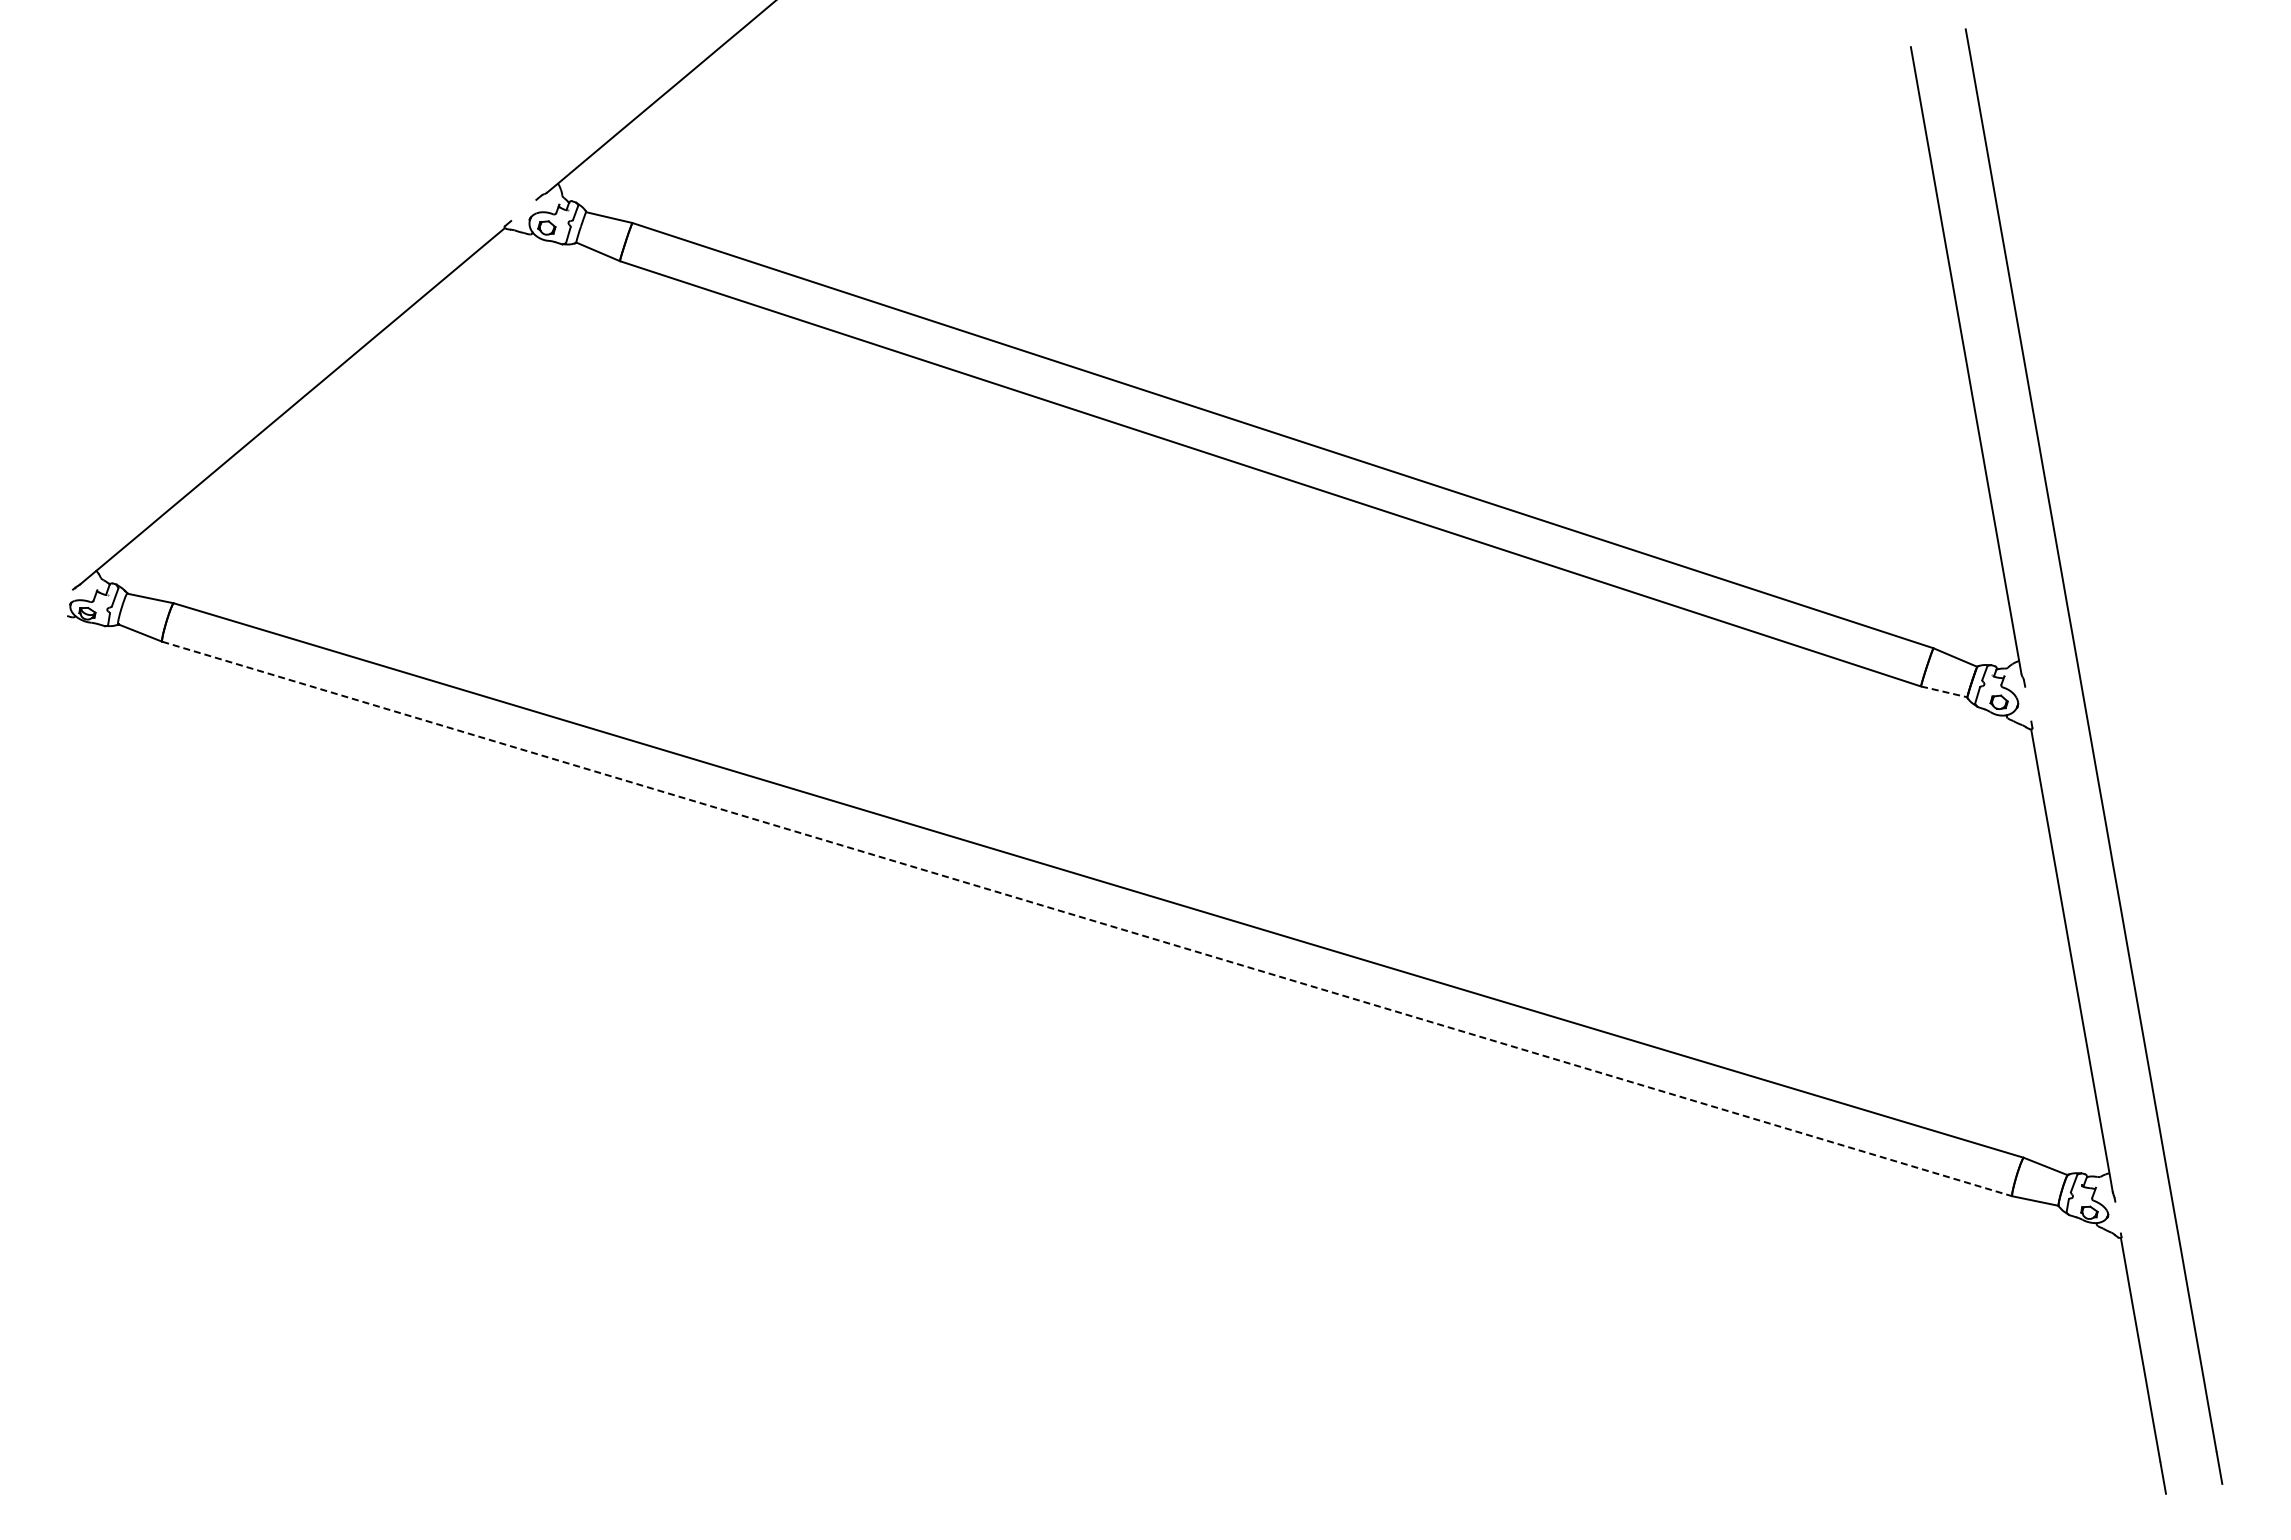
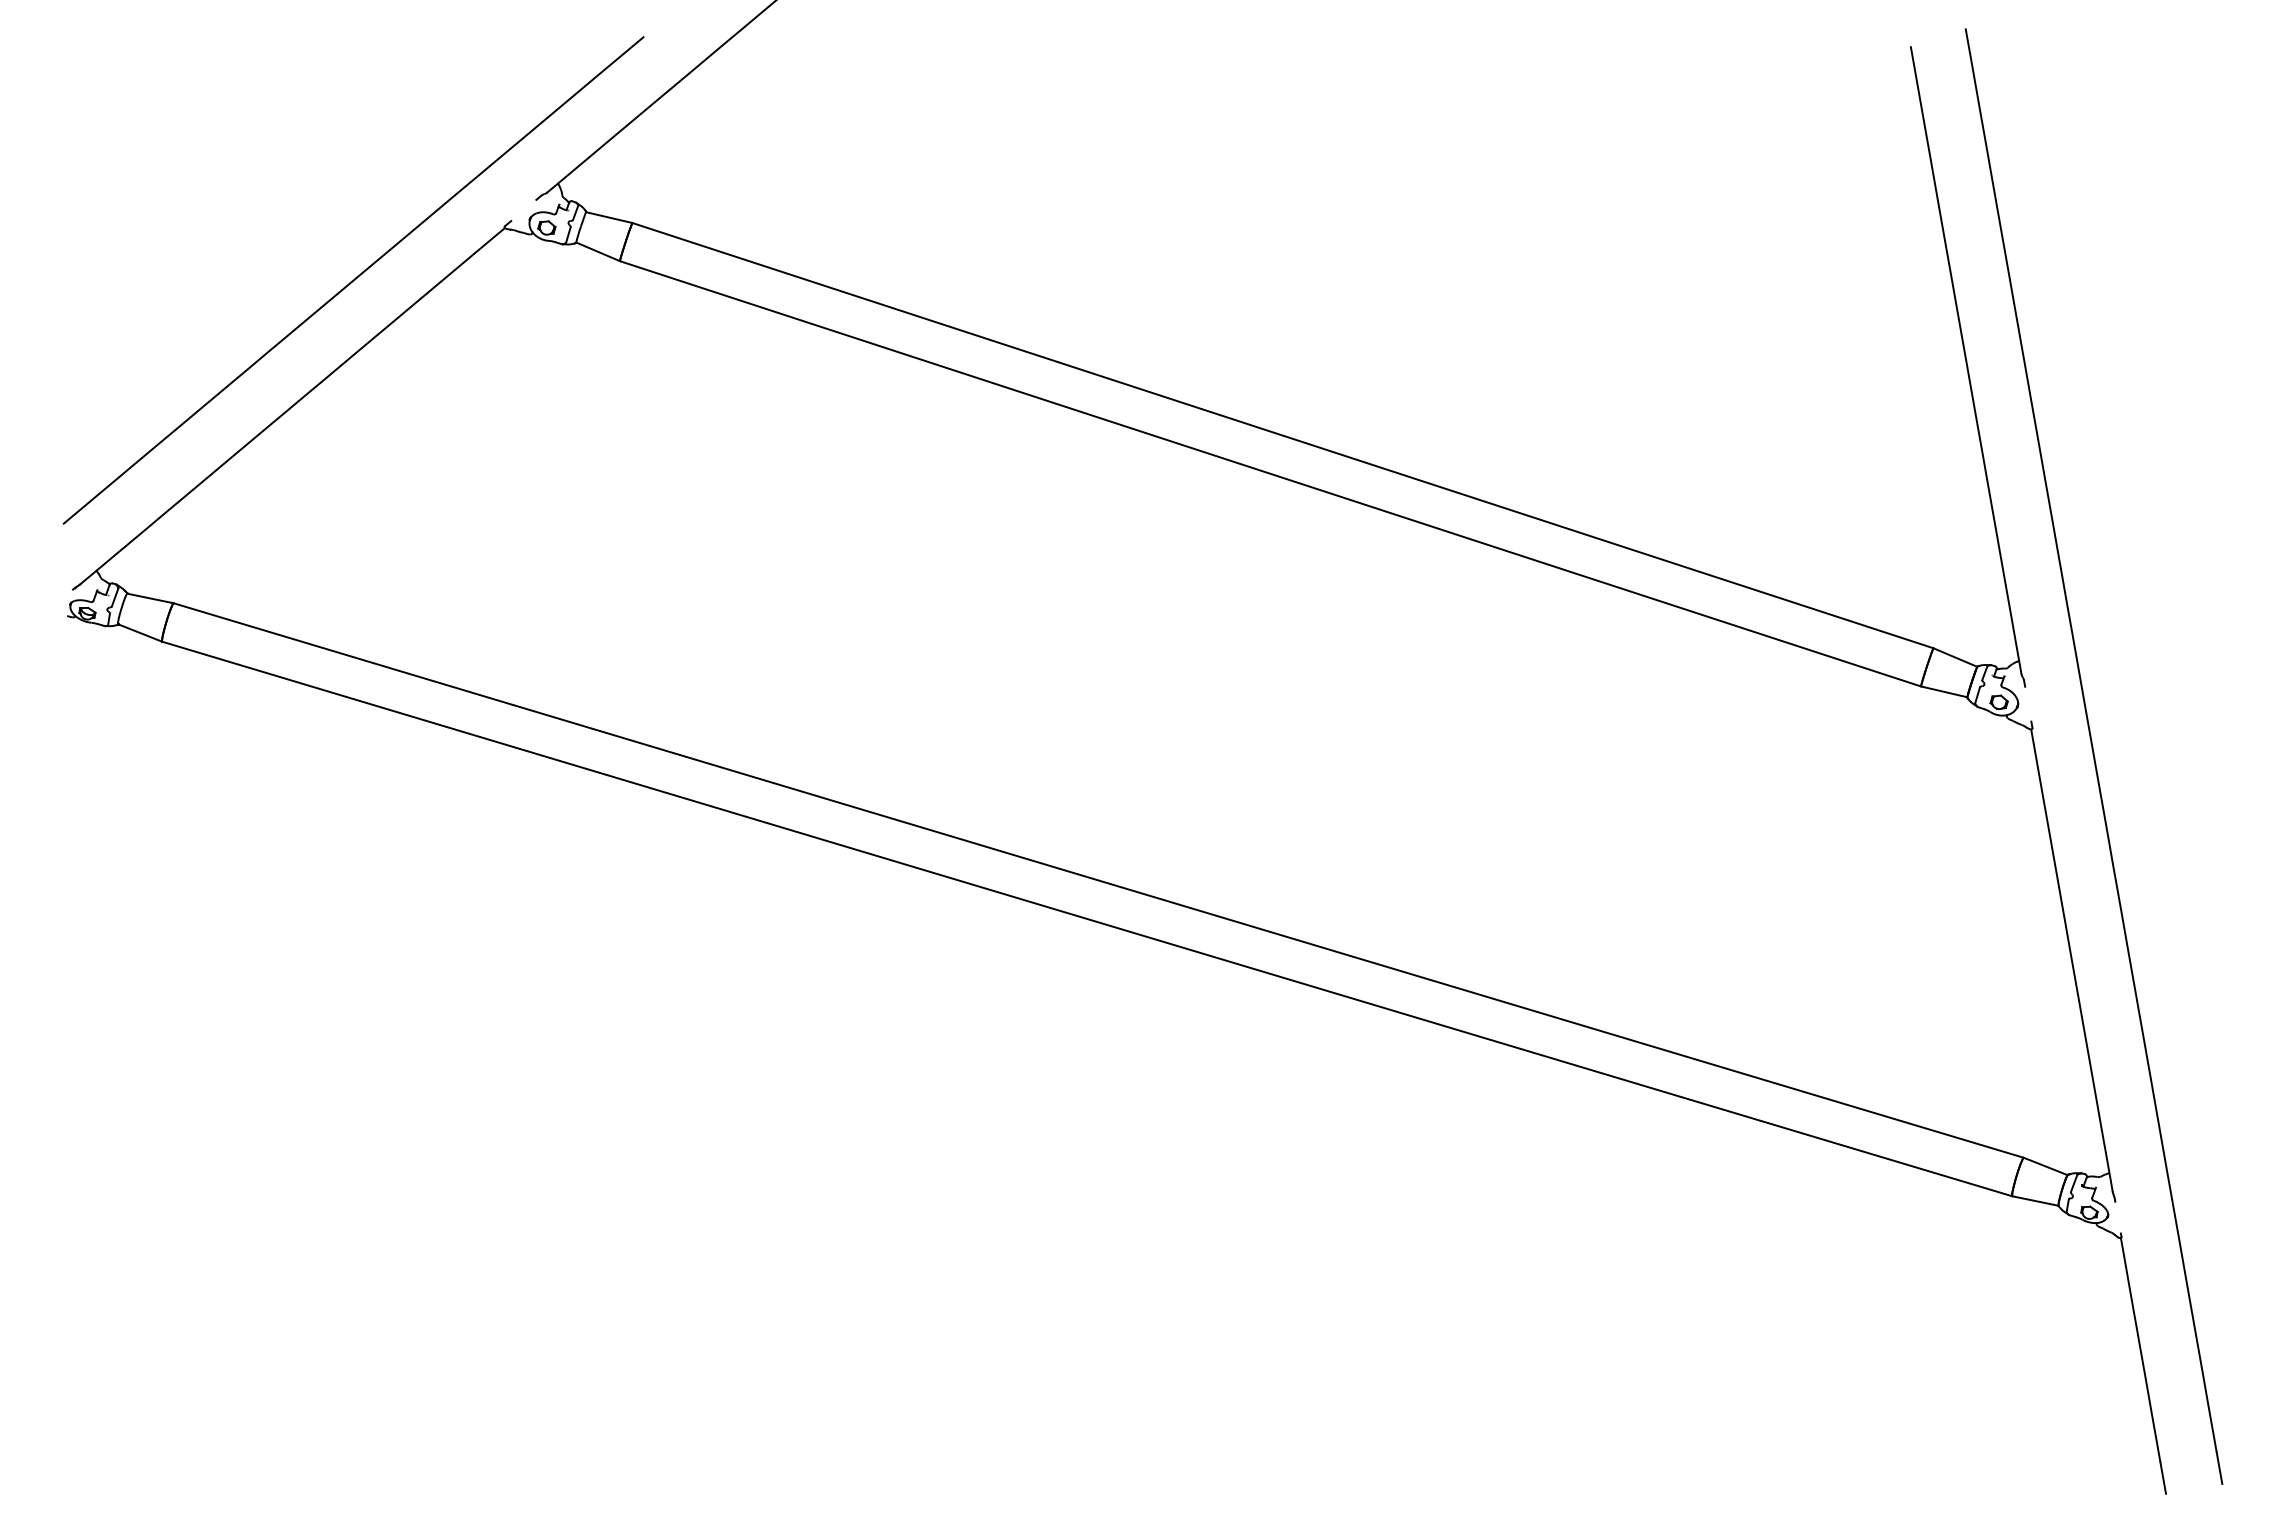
line at (353, 280): none -> present
line at (1944, 691): dashed -> solid
line at (1087, 919): dashed -> solid
